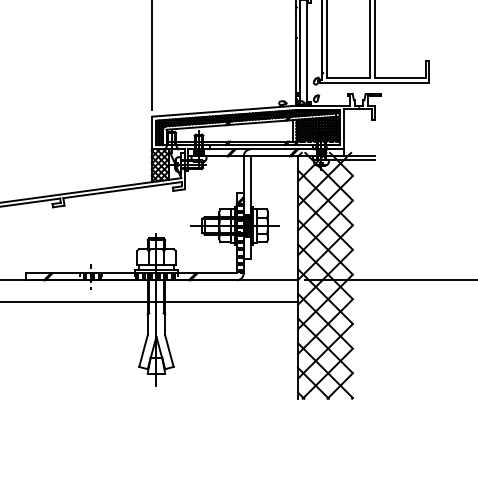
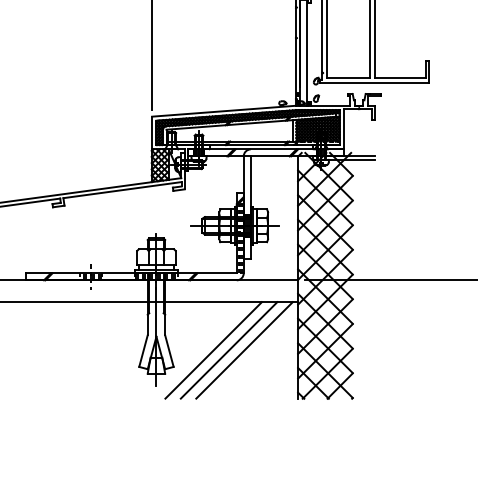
line at (213, 350): none -> present
line at (228, 350): none -> present
line at (244, 350): none -> present
